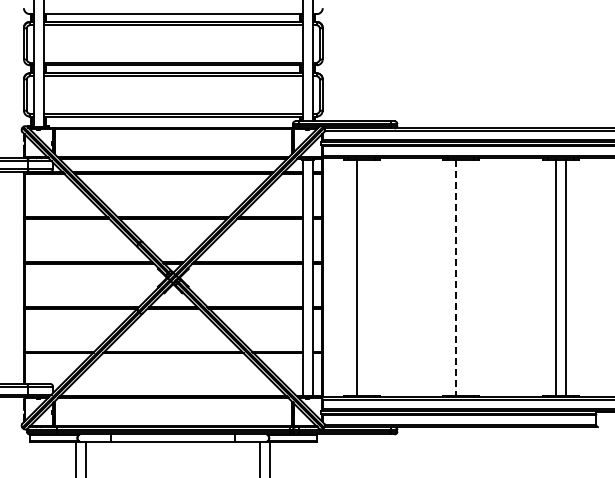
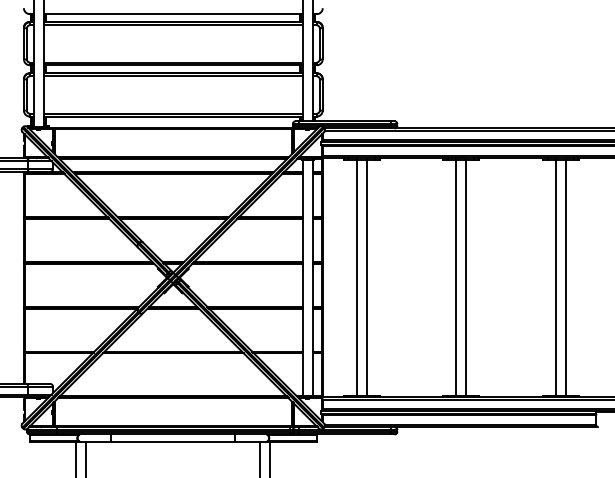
line at (366, 277): none -> present
line at (466, 277): none -> present
line at (456, 278): dashed -> solid
